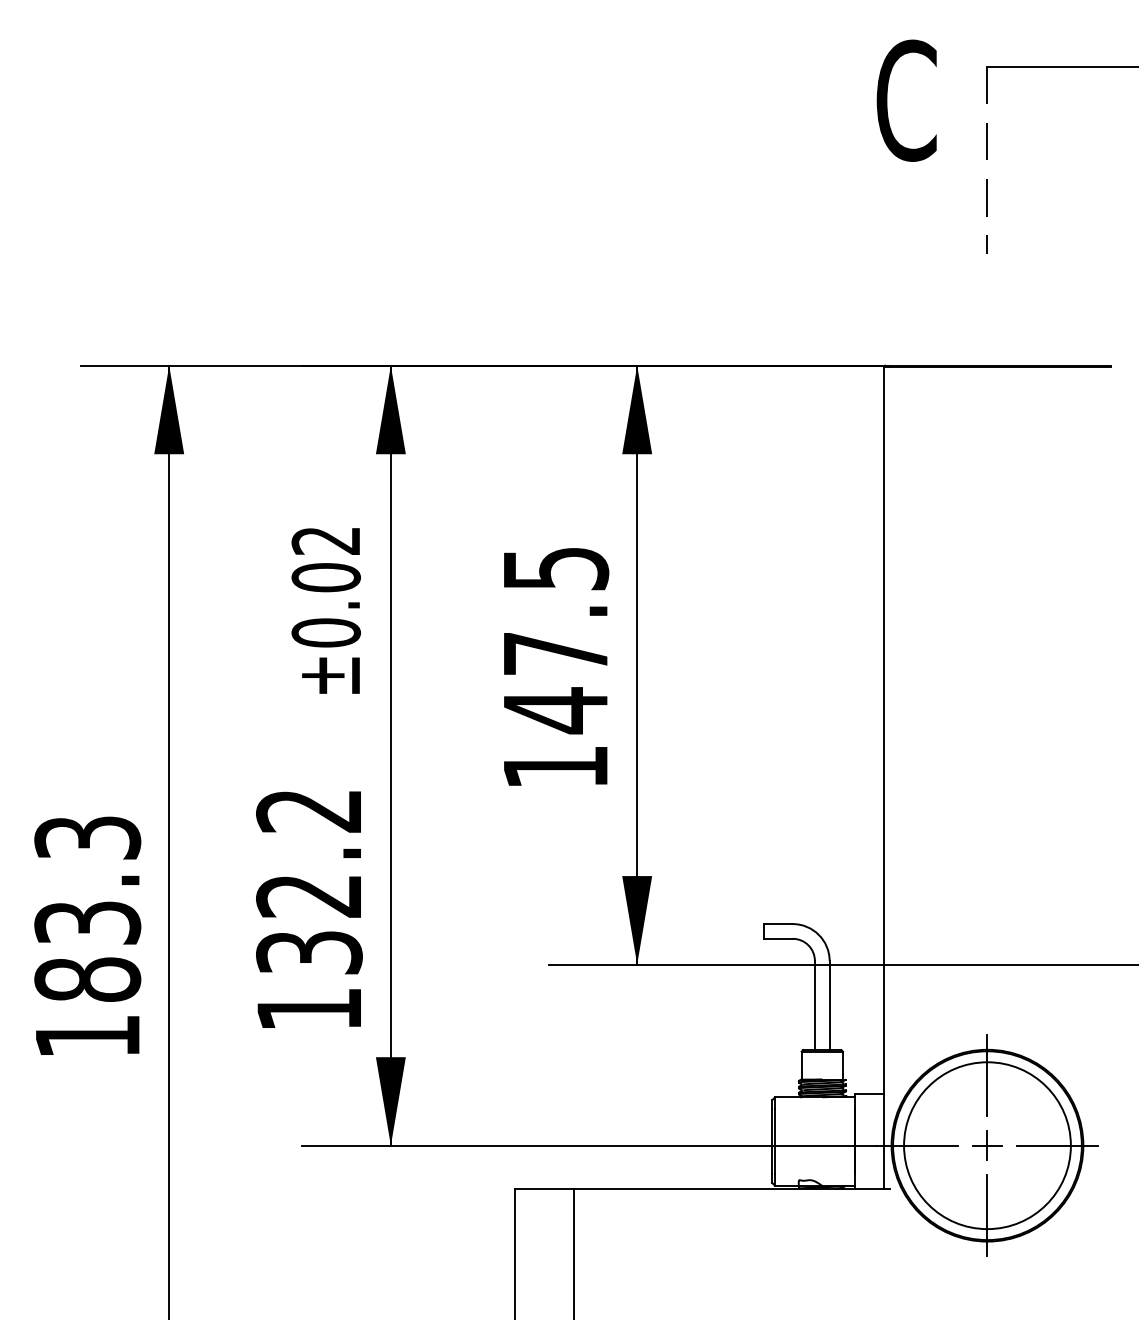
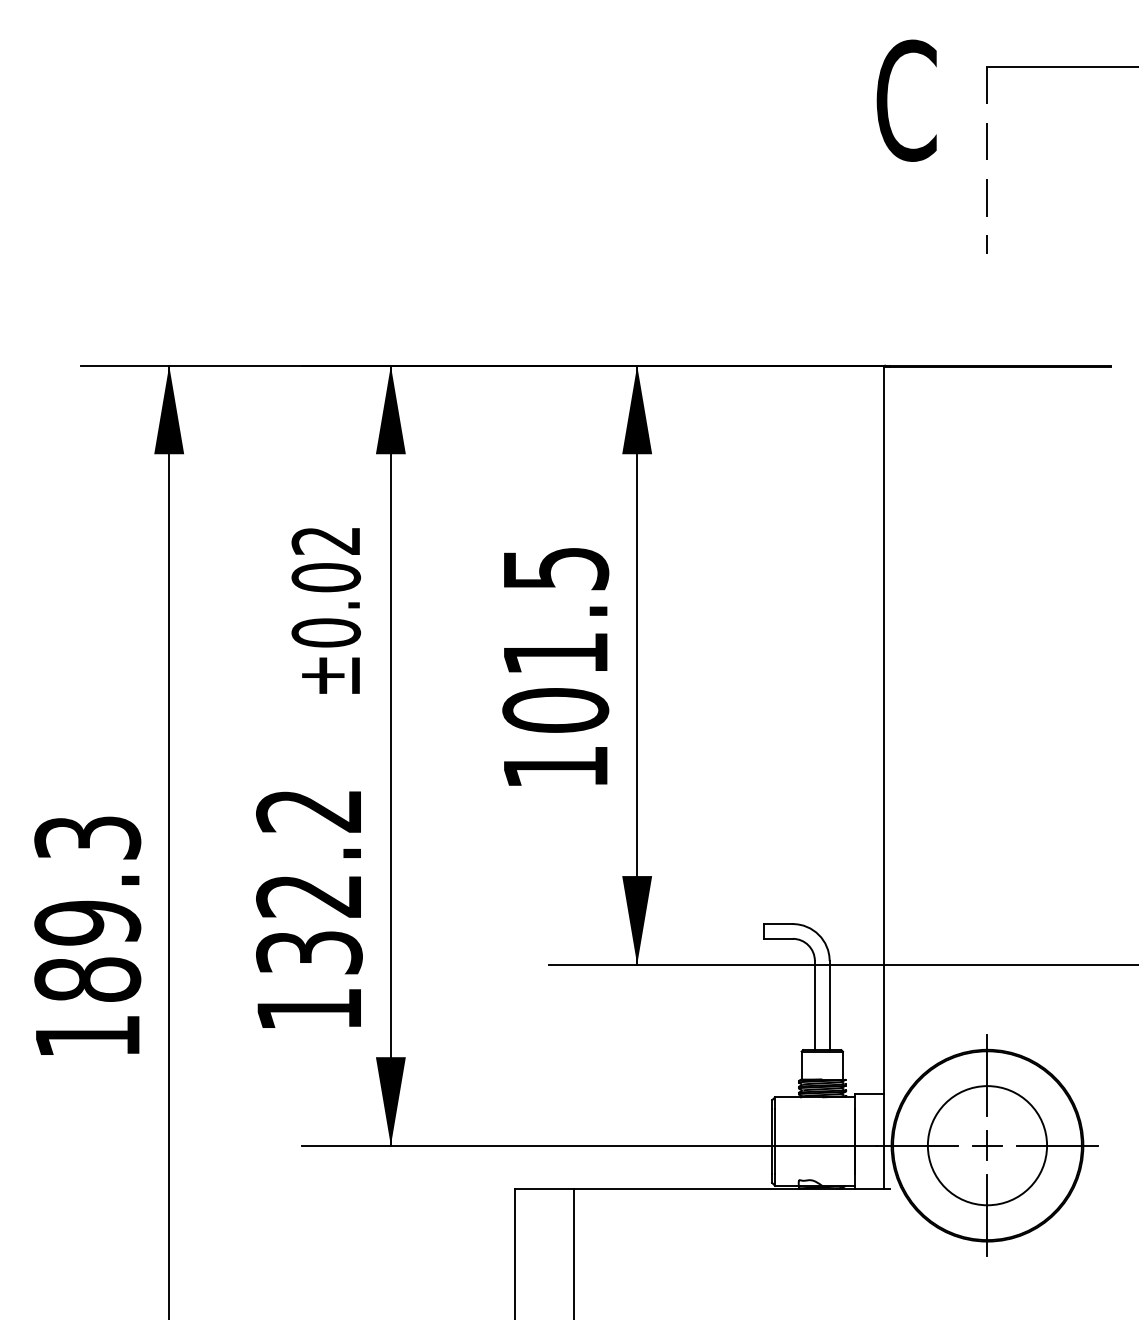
text at (555, 683): 147.5 -> 101.5
text at (87, 922): 183.3 -> 189.3
circle at (987, 1145) diameter: 167 px -> 119 px
